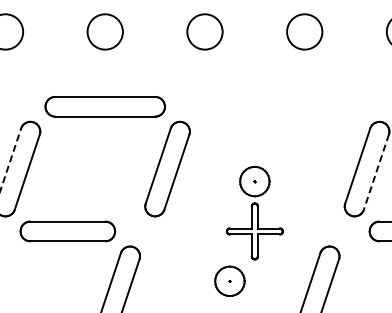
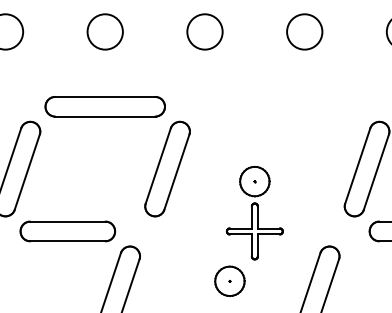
line at (10, 159): dashed -> solid
line at (376, 172): dashed -> solid
